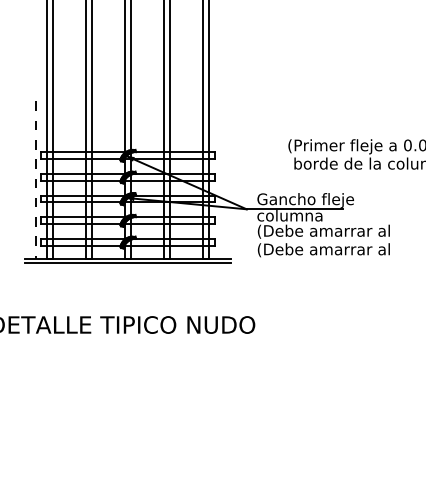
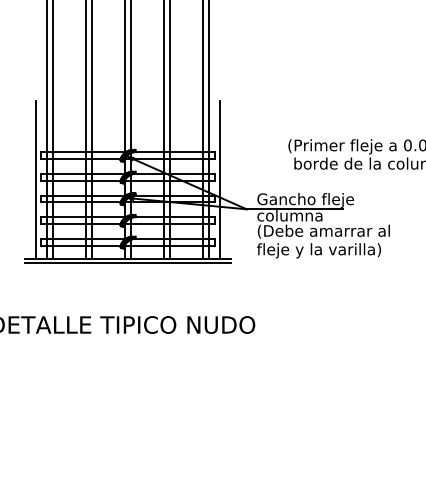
line at (219, 179): none -> present
line at (35, 180): dashed -> solid
text at (322, 250): (Debe amarrar al -> fleje y la varilla)
